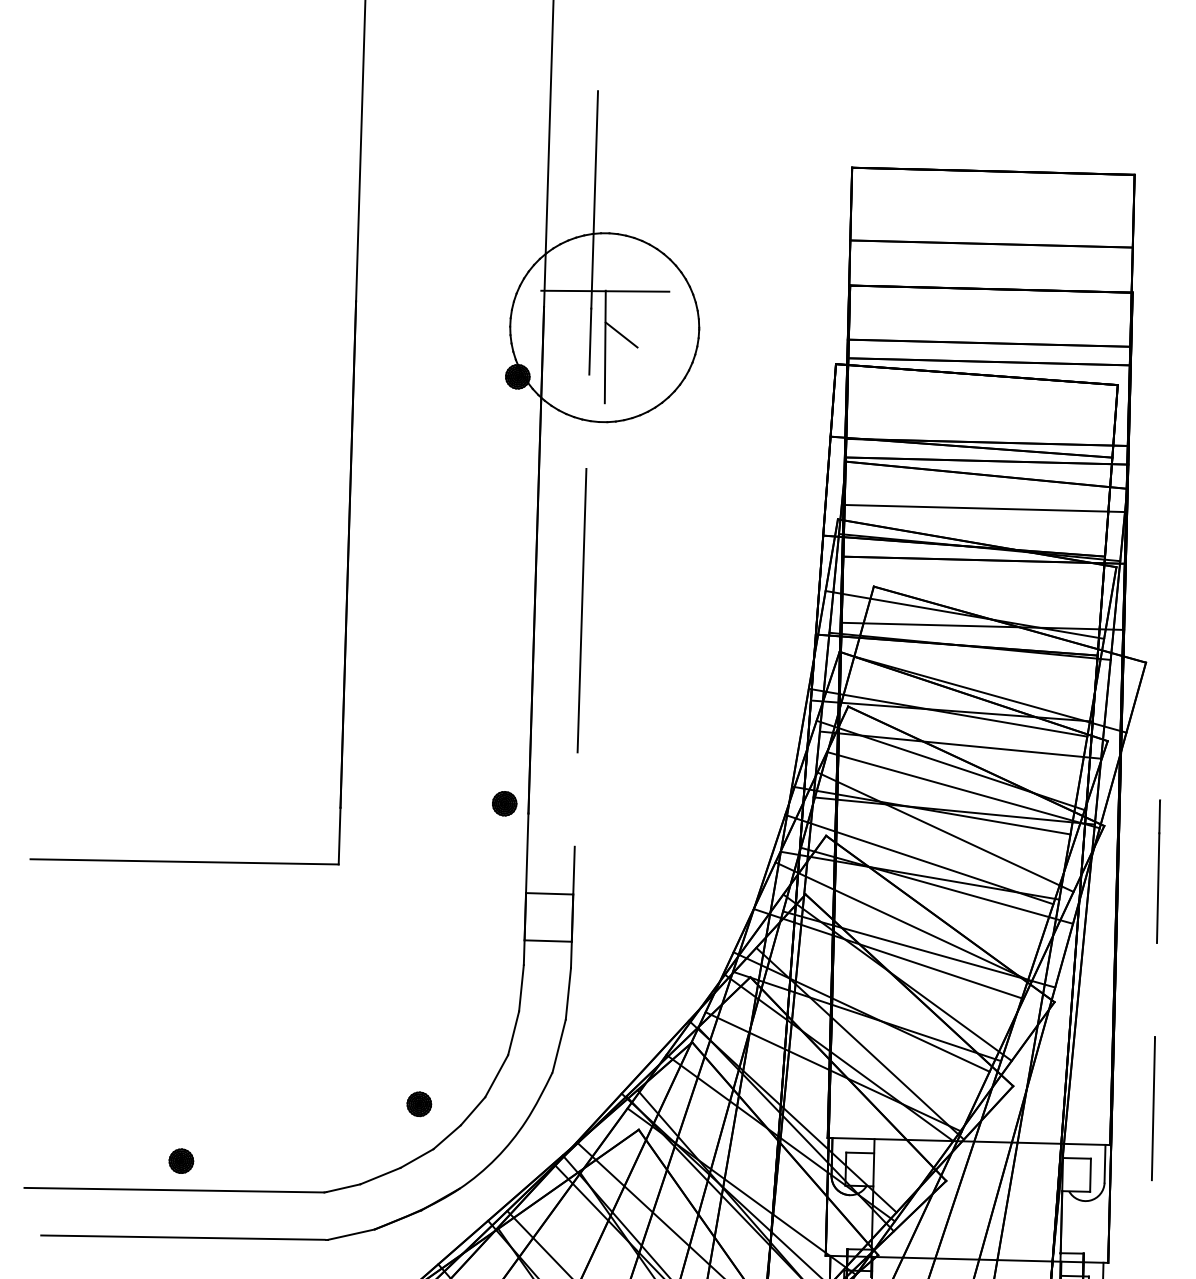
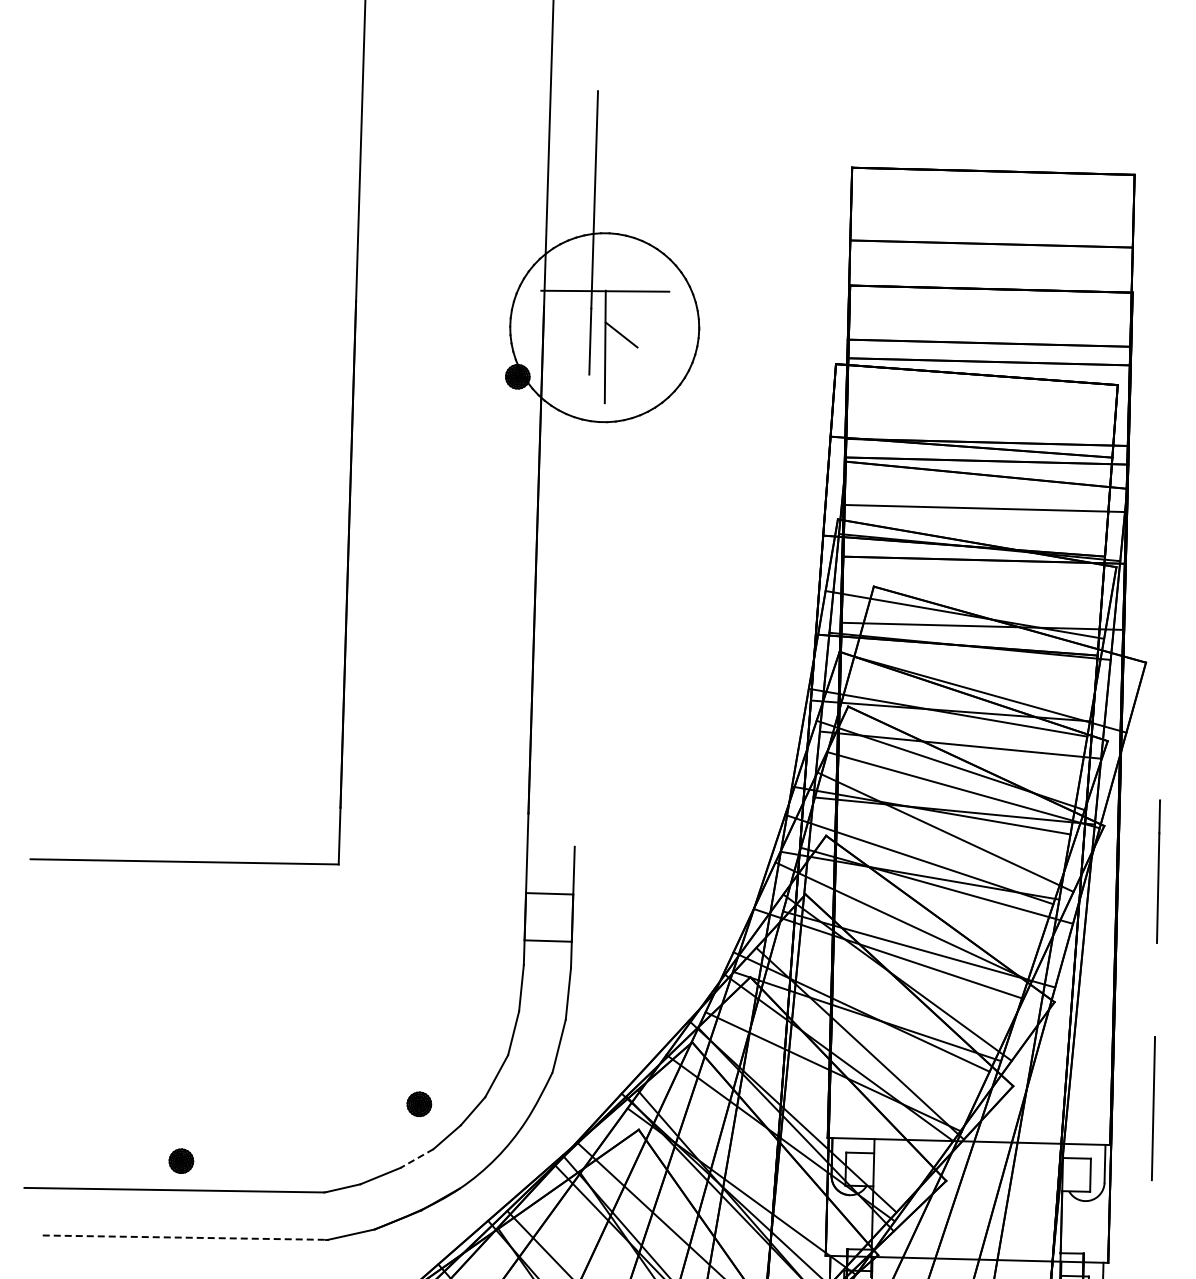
line at (581, 610): present -> none
part at (504, 803): present -> none
line at (417, 1158): solid -> dashed
line at (182, 1237): solid -> dashed
